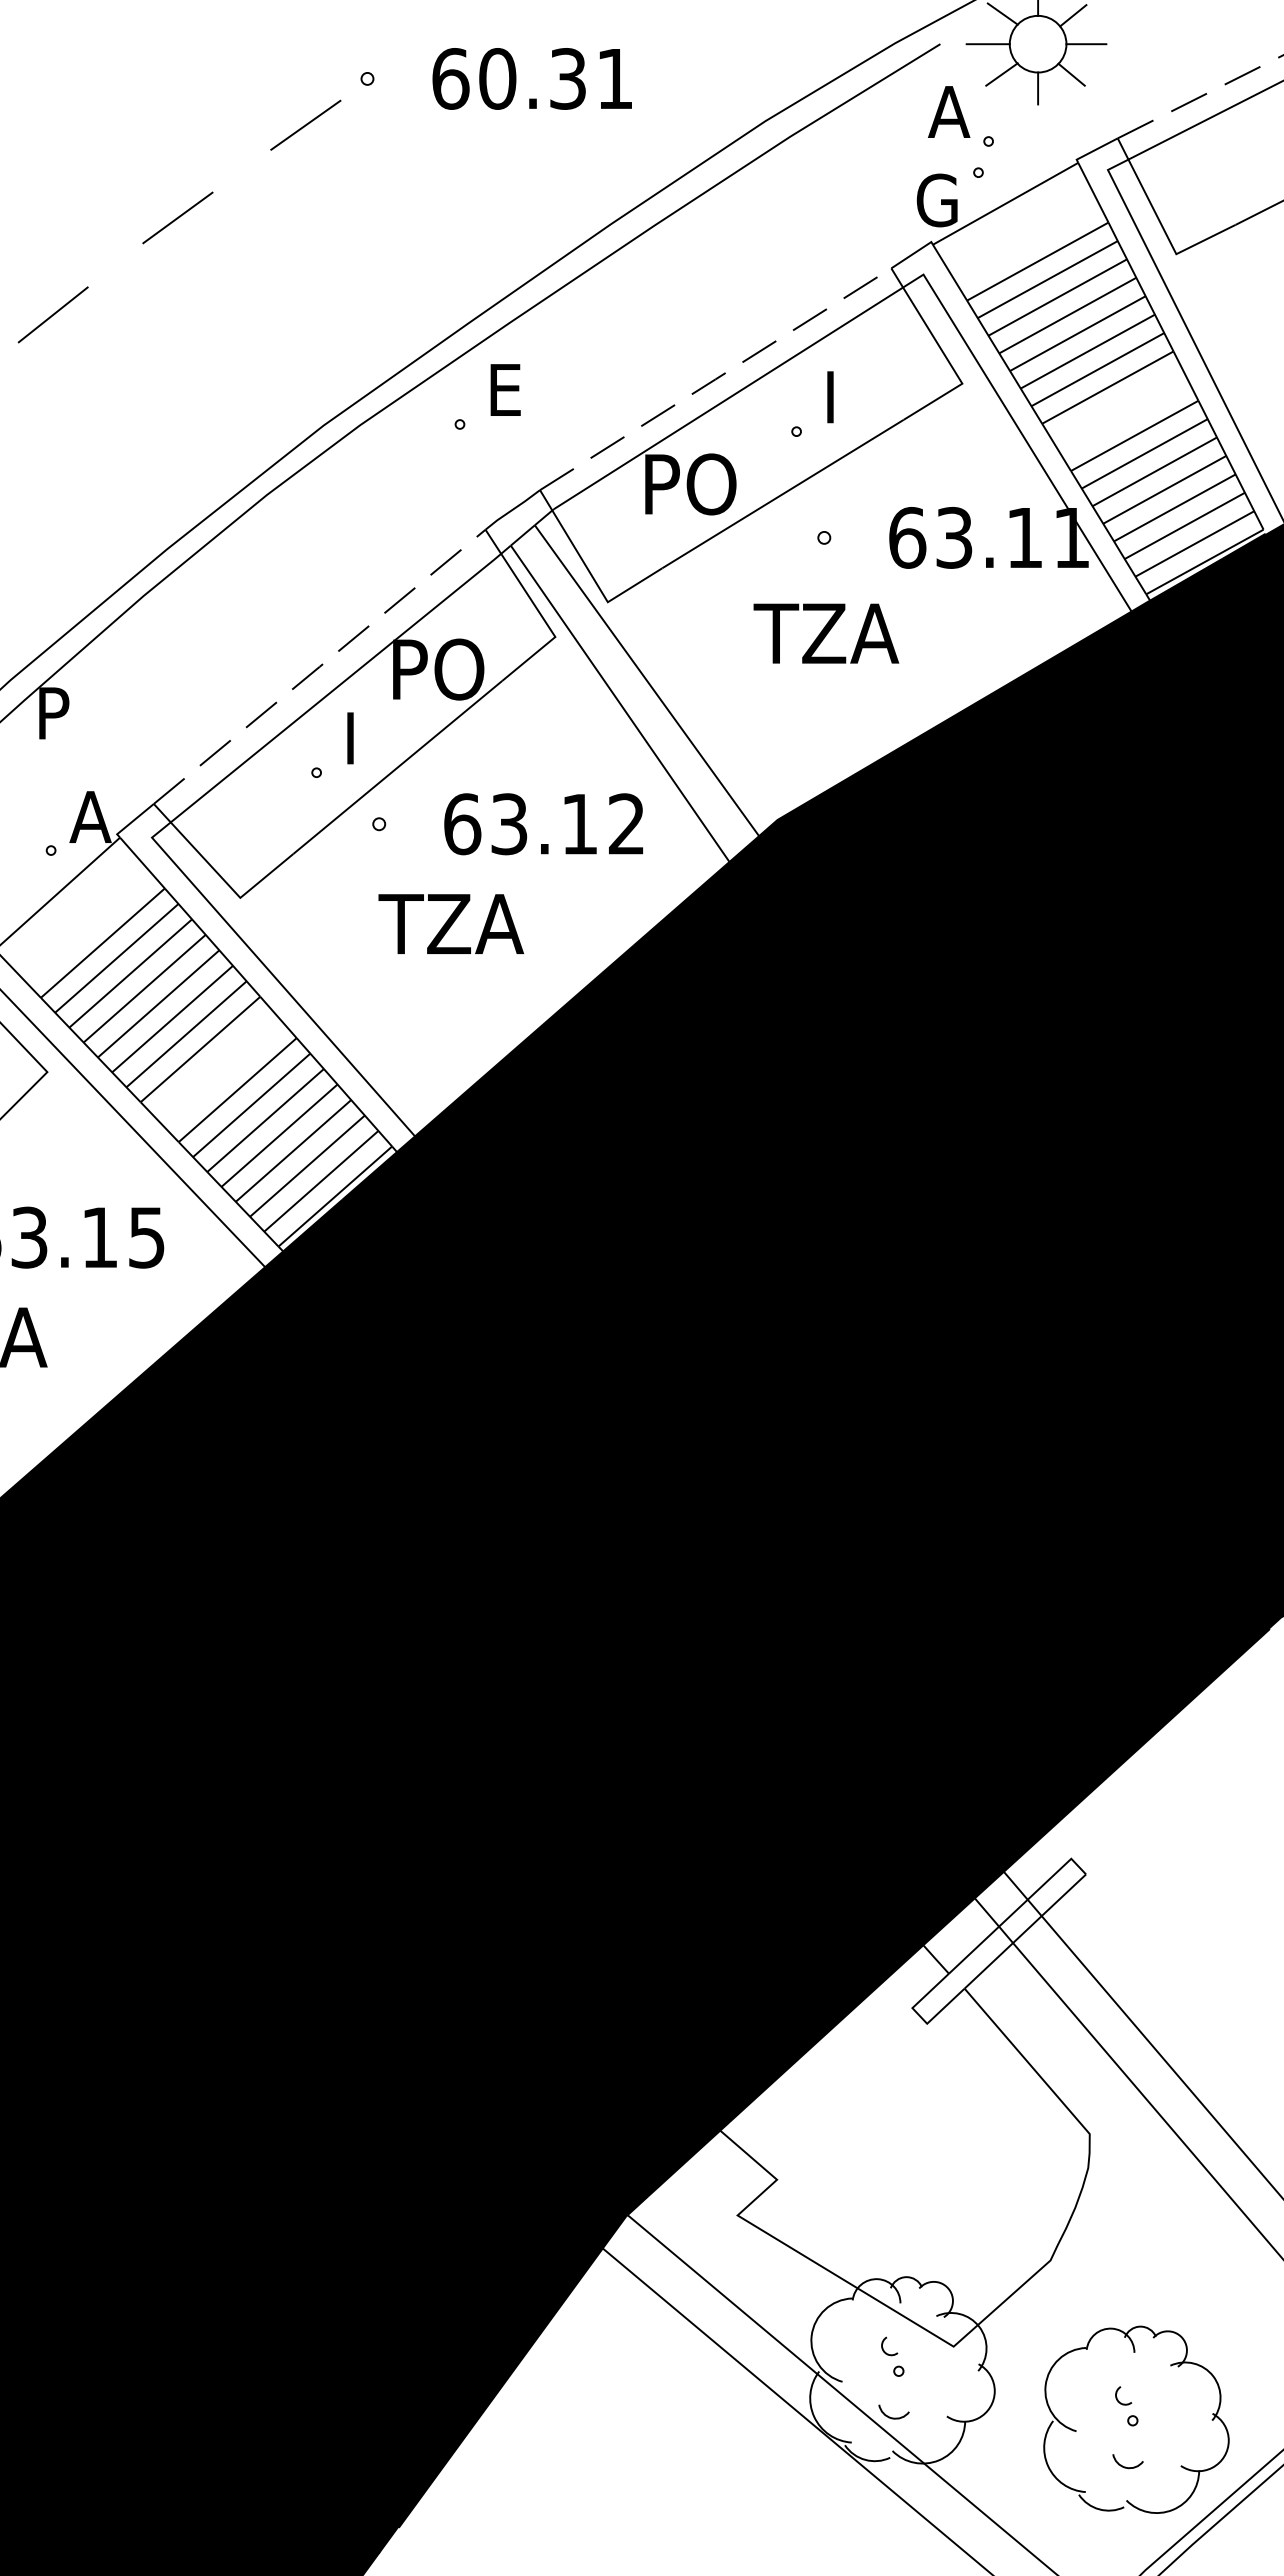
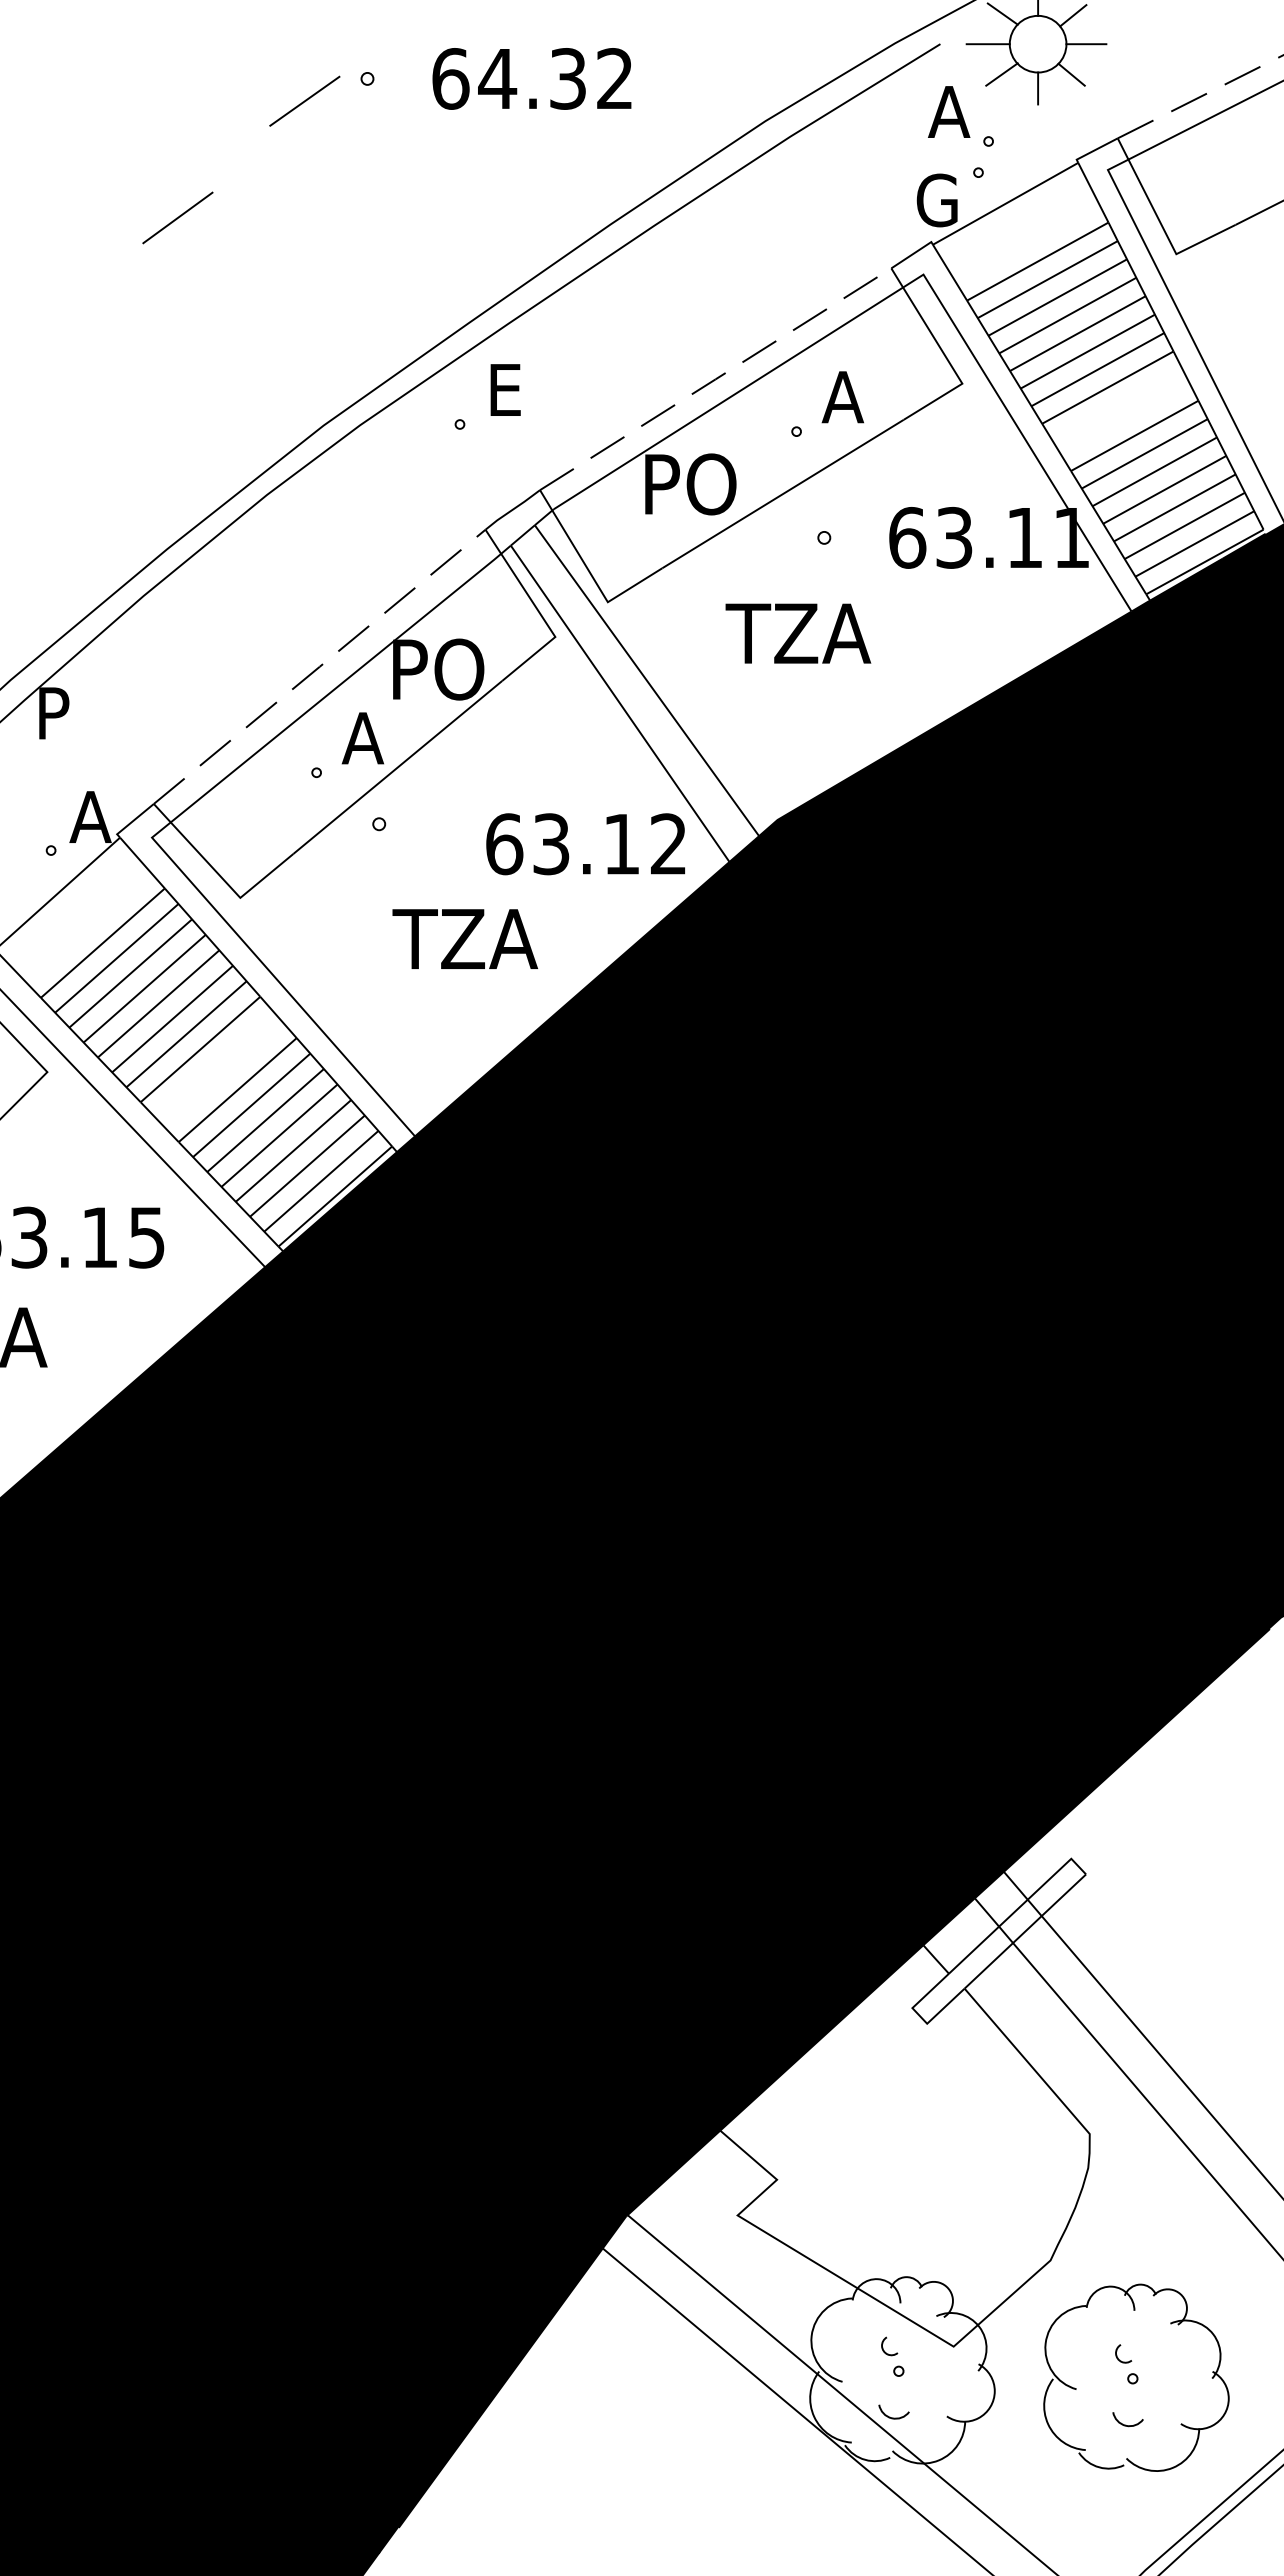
text at (554, 78): 60.31 -> 64.32
line at (305, 124) position: (305, 124) -> (304, 100)
line at (52, 314): present -> none
text at (842, 397): I -> A
text at (826, 633) position: (826, 633) -> (798, 633)
text at (362, 738): I -> A
text at (543, 824) position: (543, 824) -> (585, 844)
text at (451, 923) position: (451, 923) -> (465, 938)
part at (1136, 2419) position: (1136, 2419) -> (1136, 2377)
